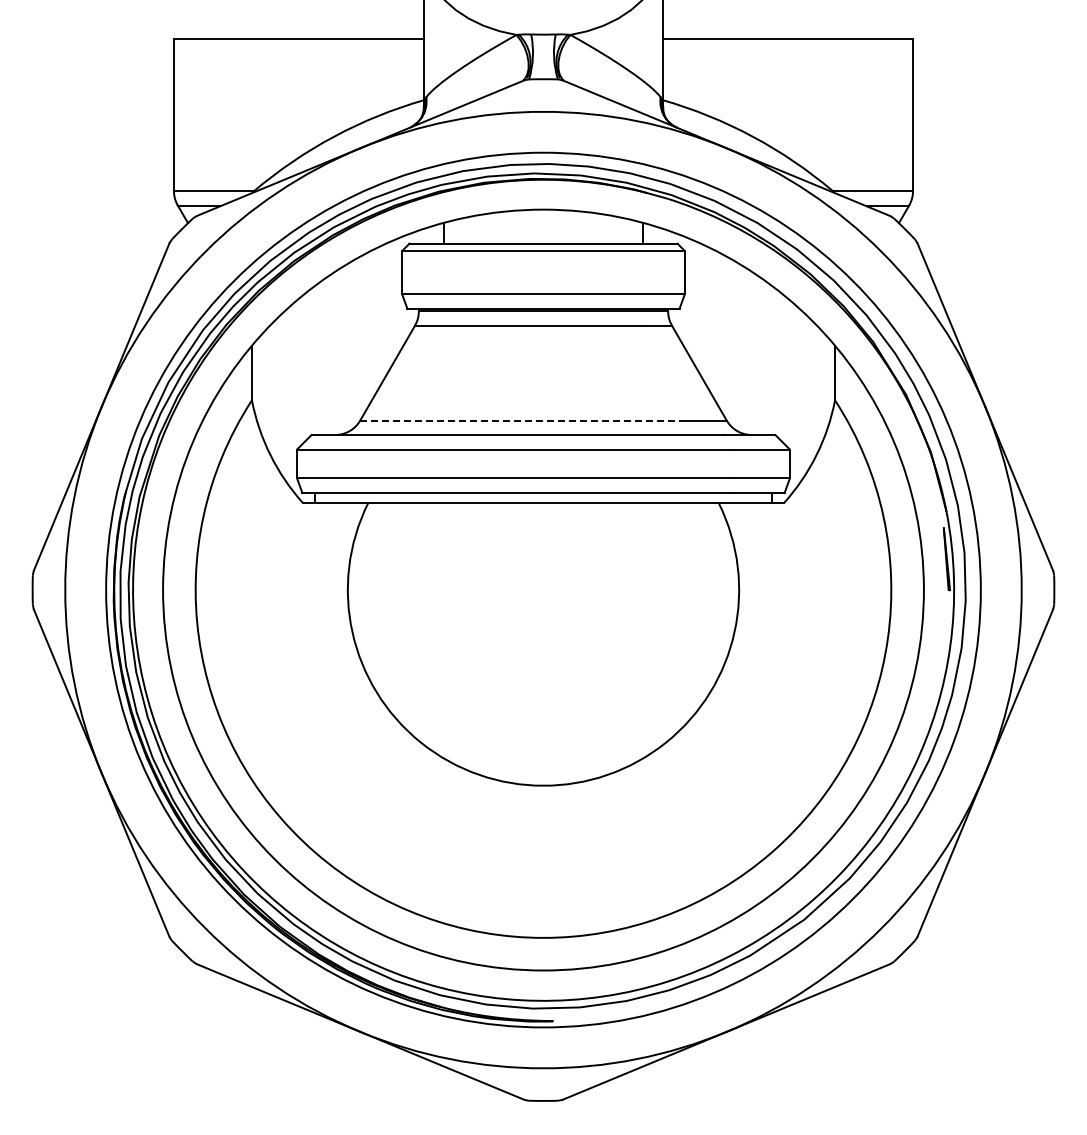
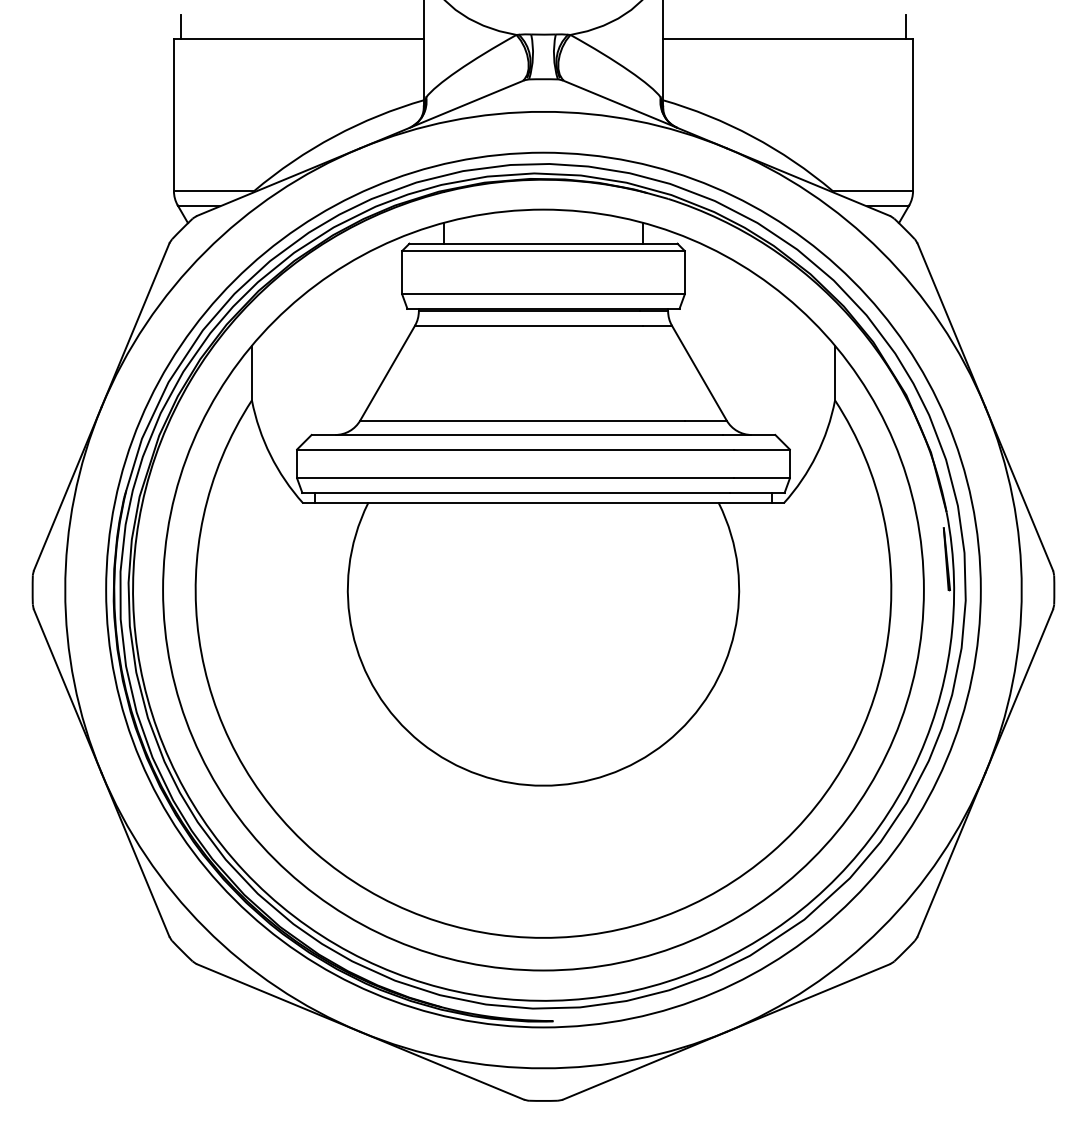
line at (181, 26): none -> present
line at (905, 26): none -> present
line at (523, 420): dashed -> solid
